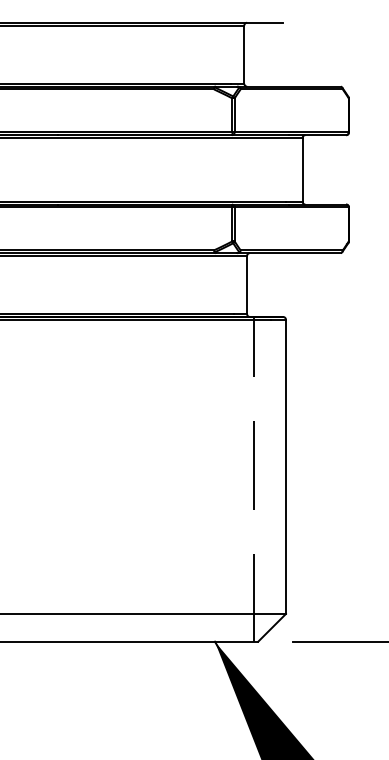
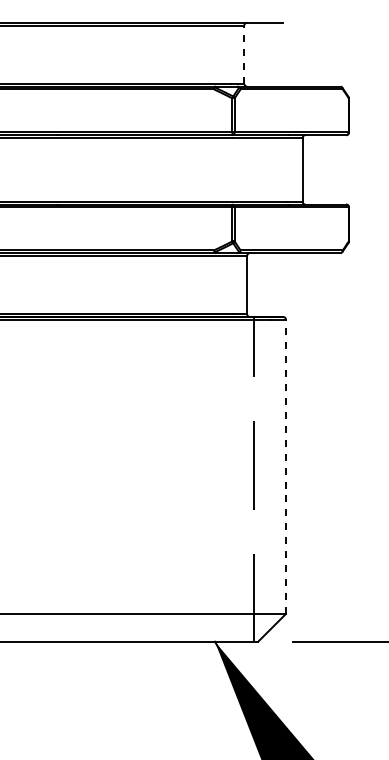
line at (244, 54): solid -> dashed
line at (285, 466): solid -> dashed
